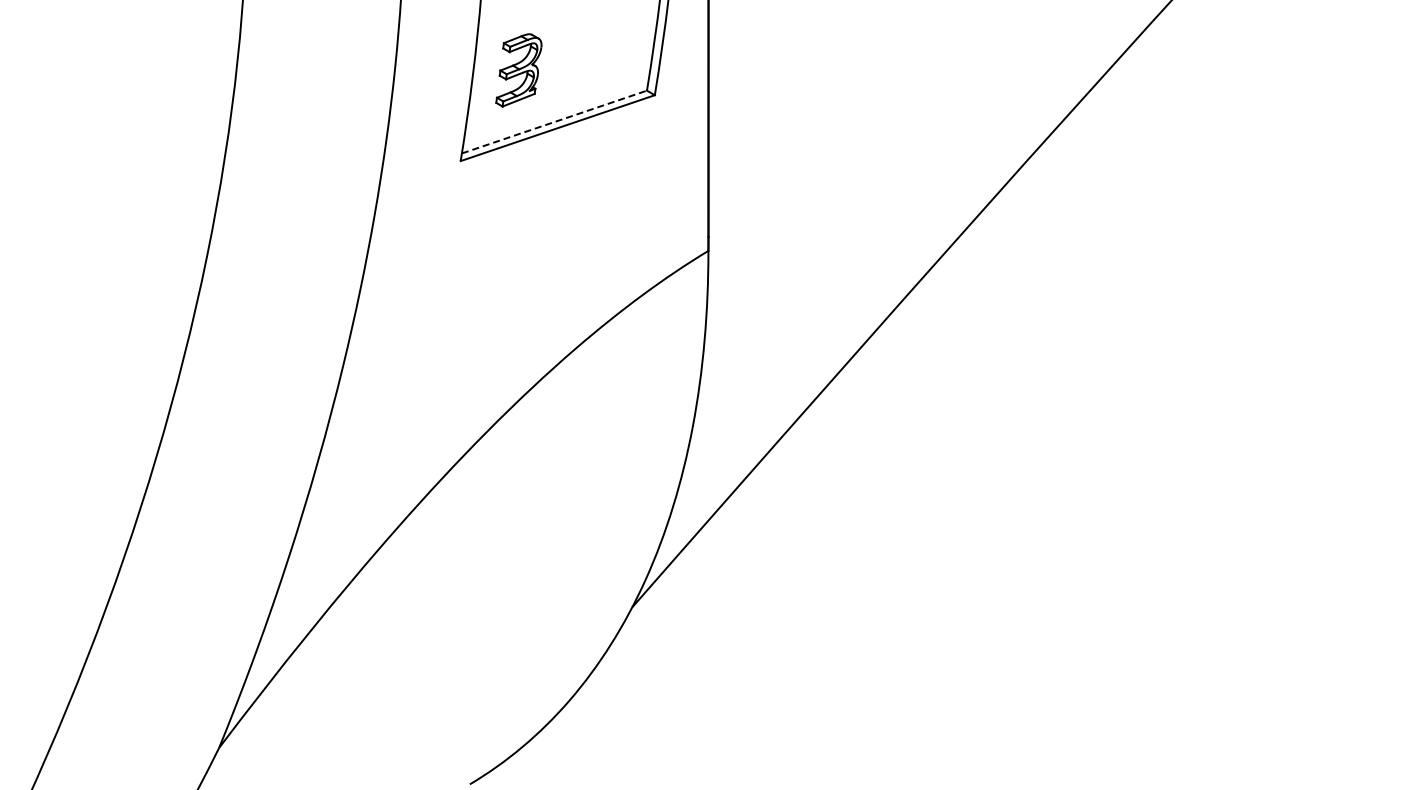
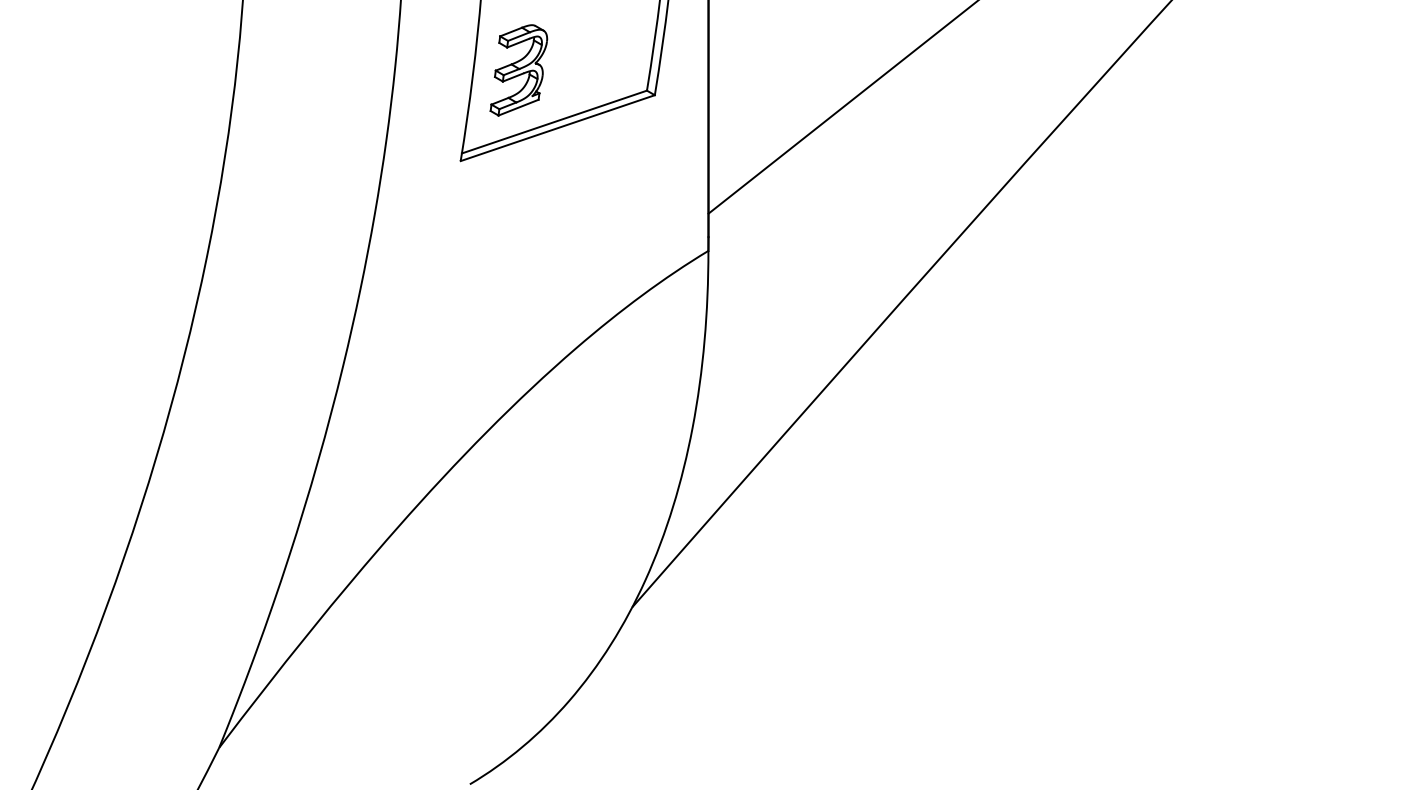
part at (518, 70) size: 48x75 px -> 60x93 px
line at (842, 107): none -> present
line at (554, 122): dashed -> solid
